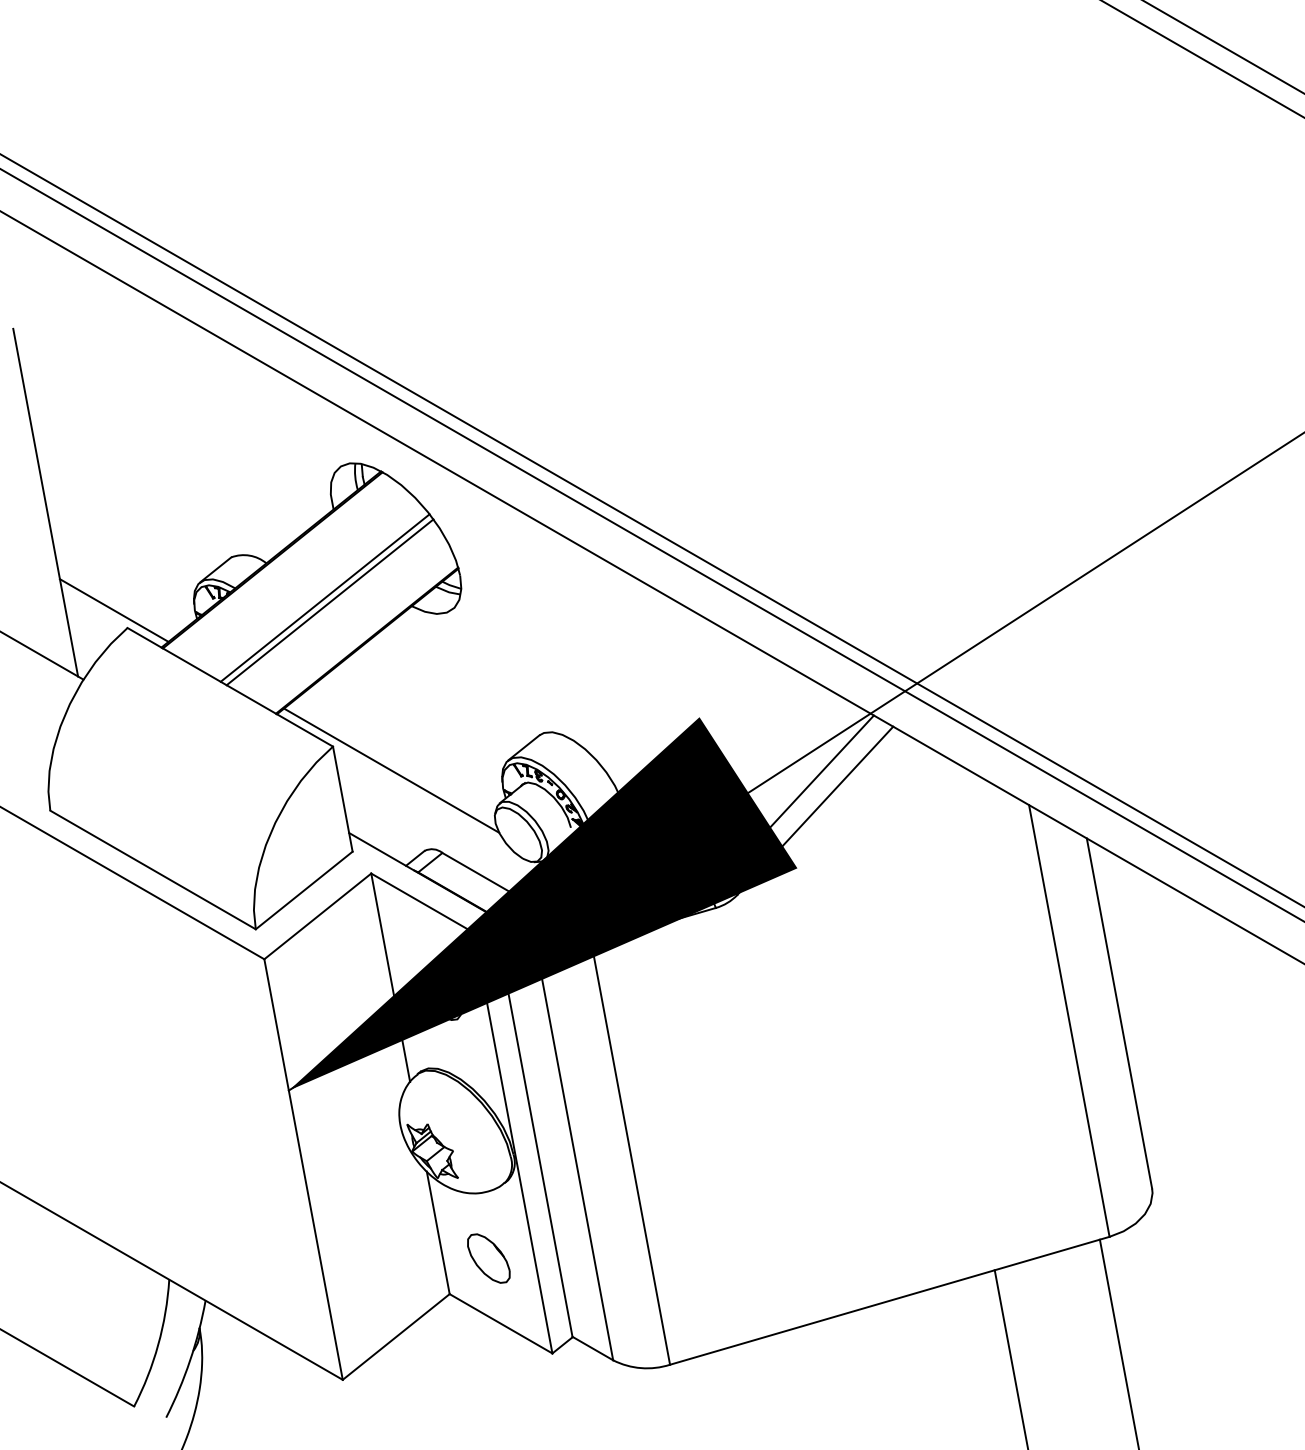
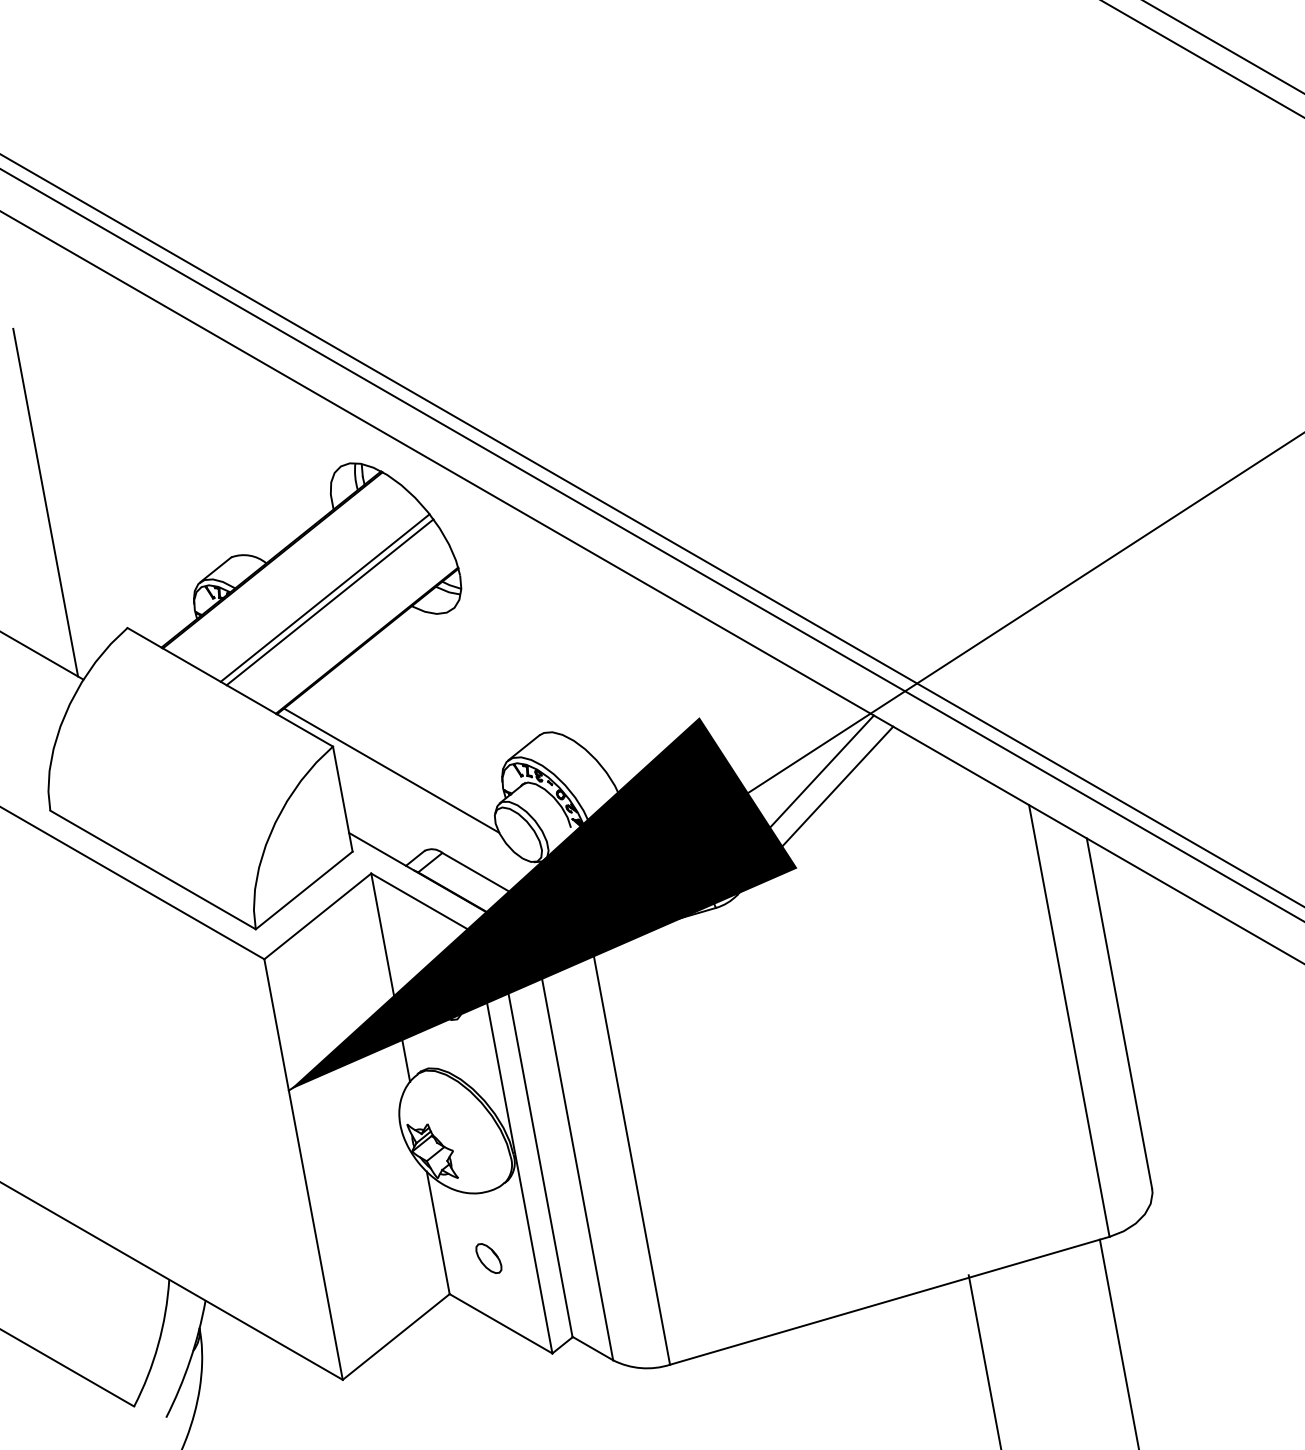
line at (113, 610): present -> none
part at (488, 1258) size: 44x51 px -> 28x31 px
line at (1010, 1358) position: (1010, 1358) -> (984, 1360)
